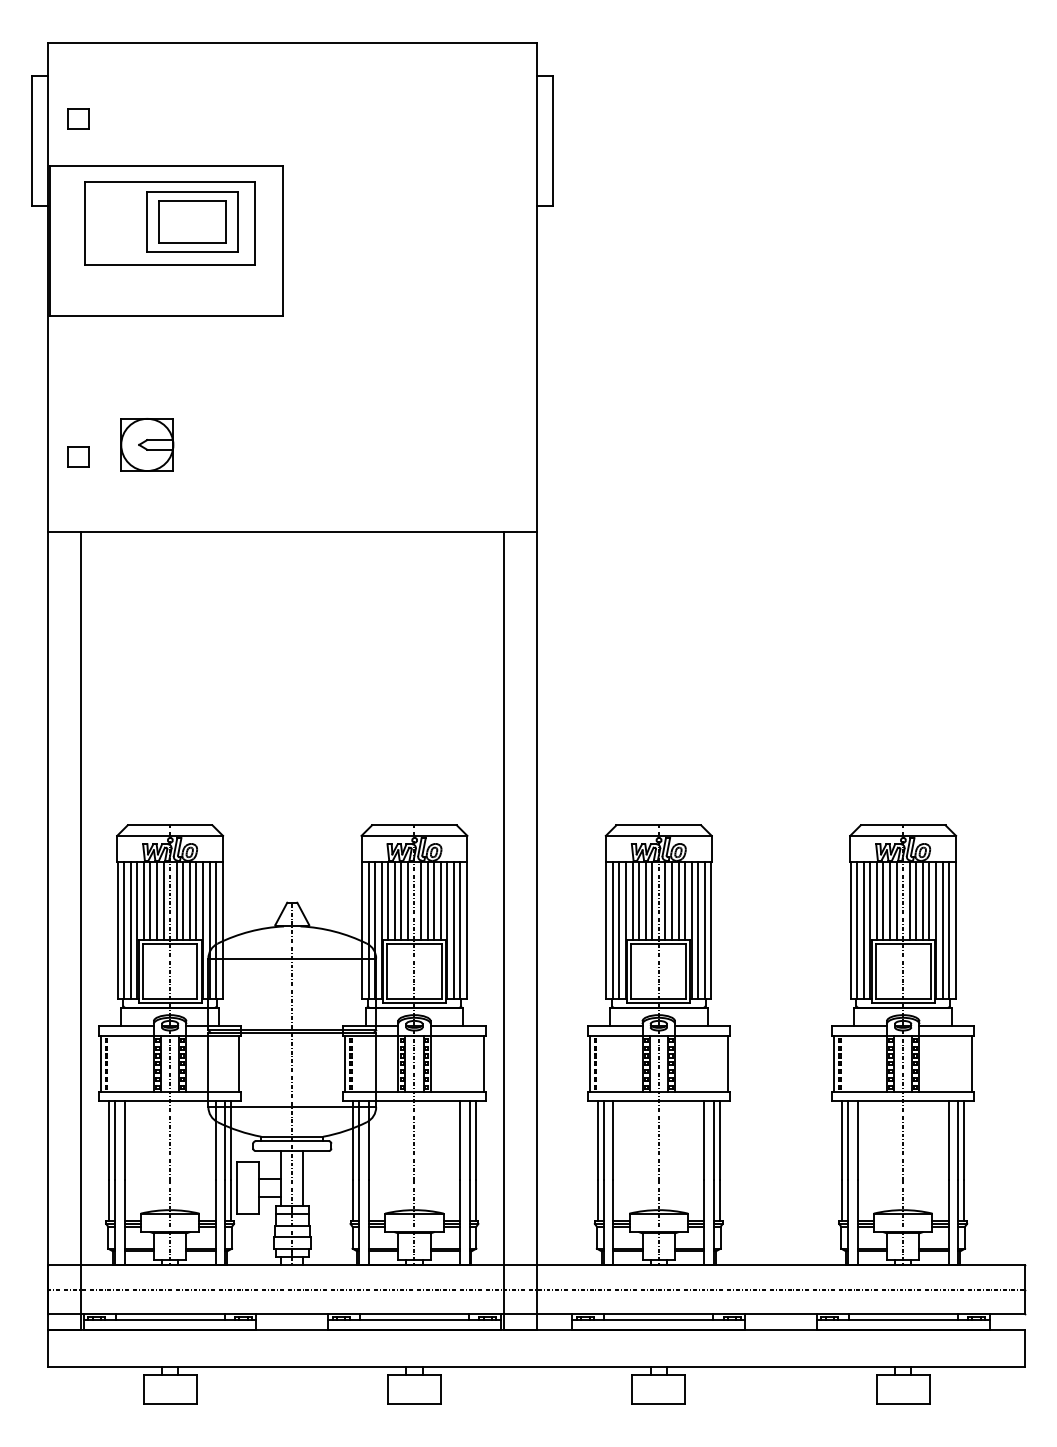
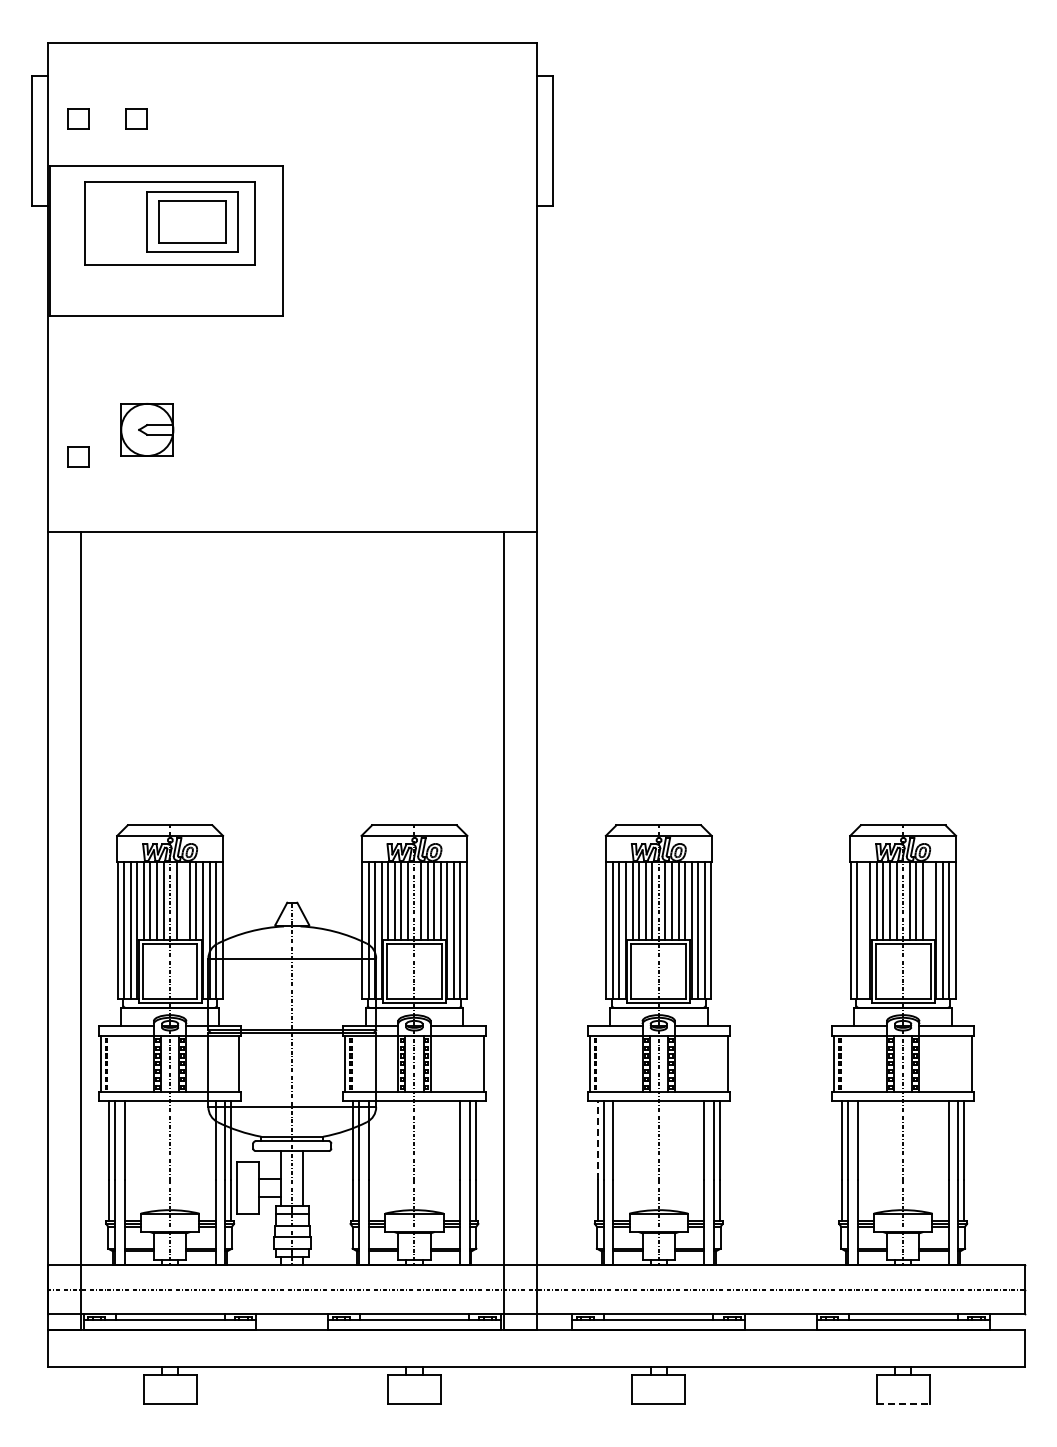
part at (136, 118): none -> present
part at (147, 444) position: (147, 444) -> (147, 429)
line at (183, 900): present -> none
line at (929, 900): present -> none
line at (863, 929): present -> none
line at (597, 1139): solid -> dashed
line at (903, 1403): solid -> dashed
